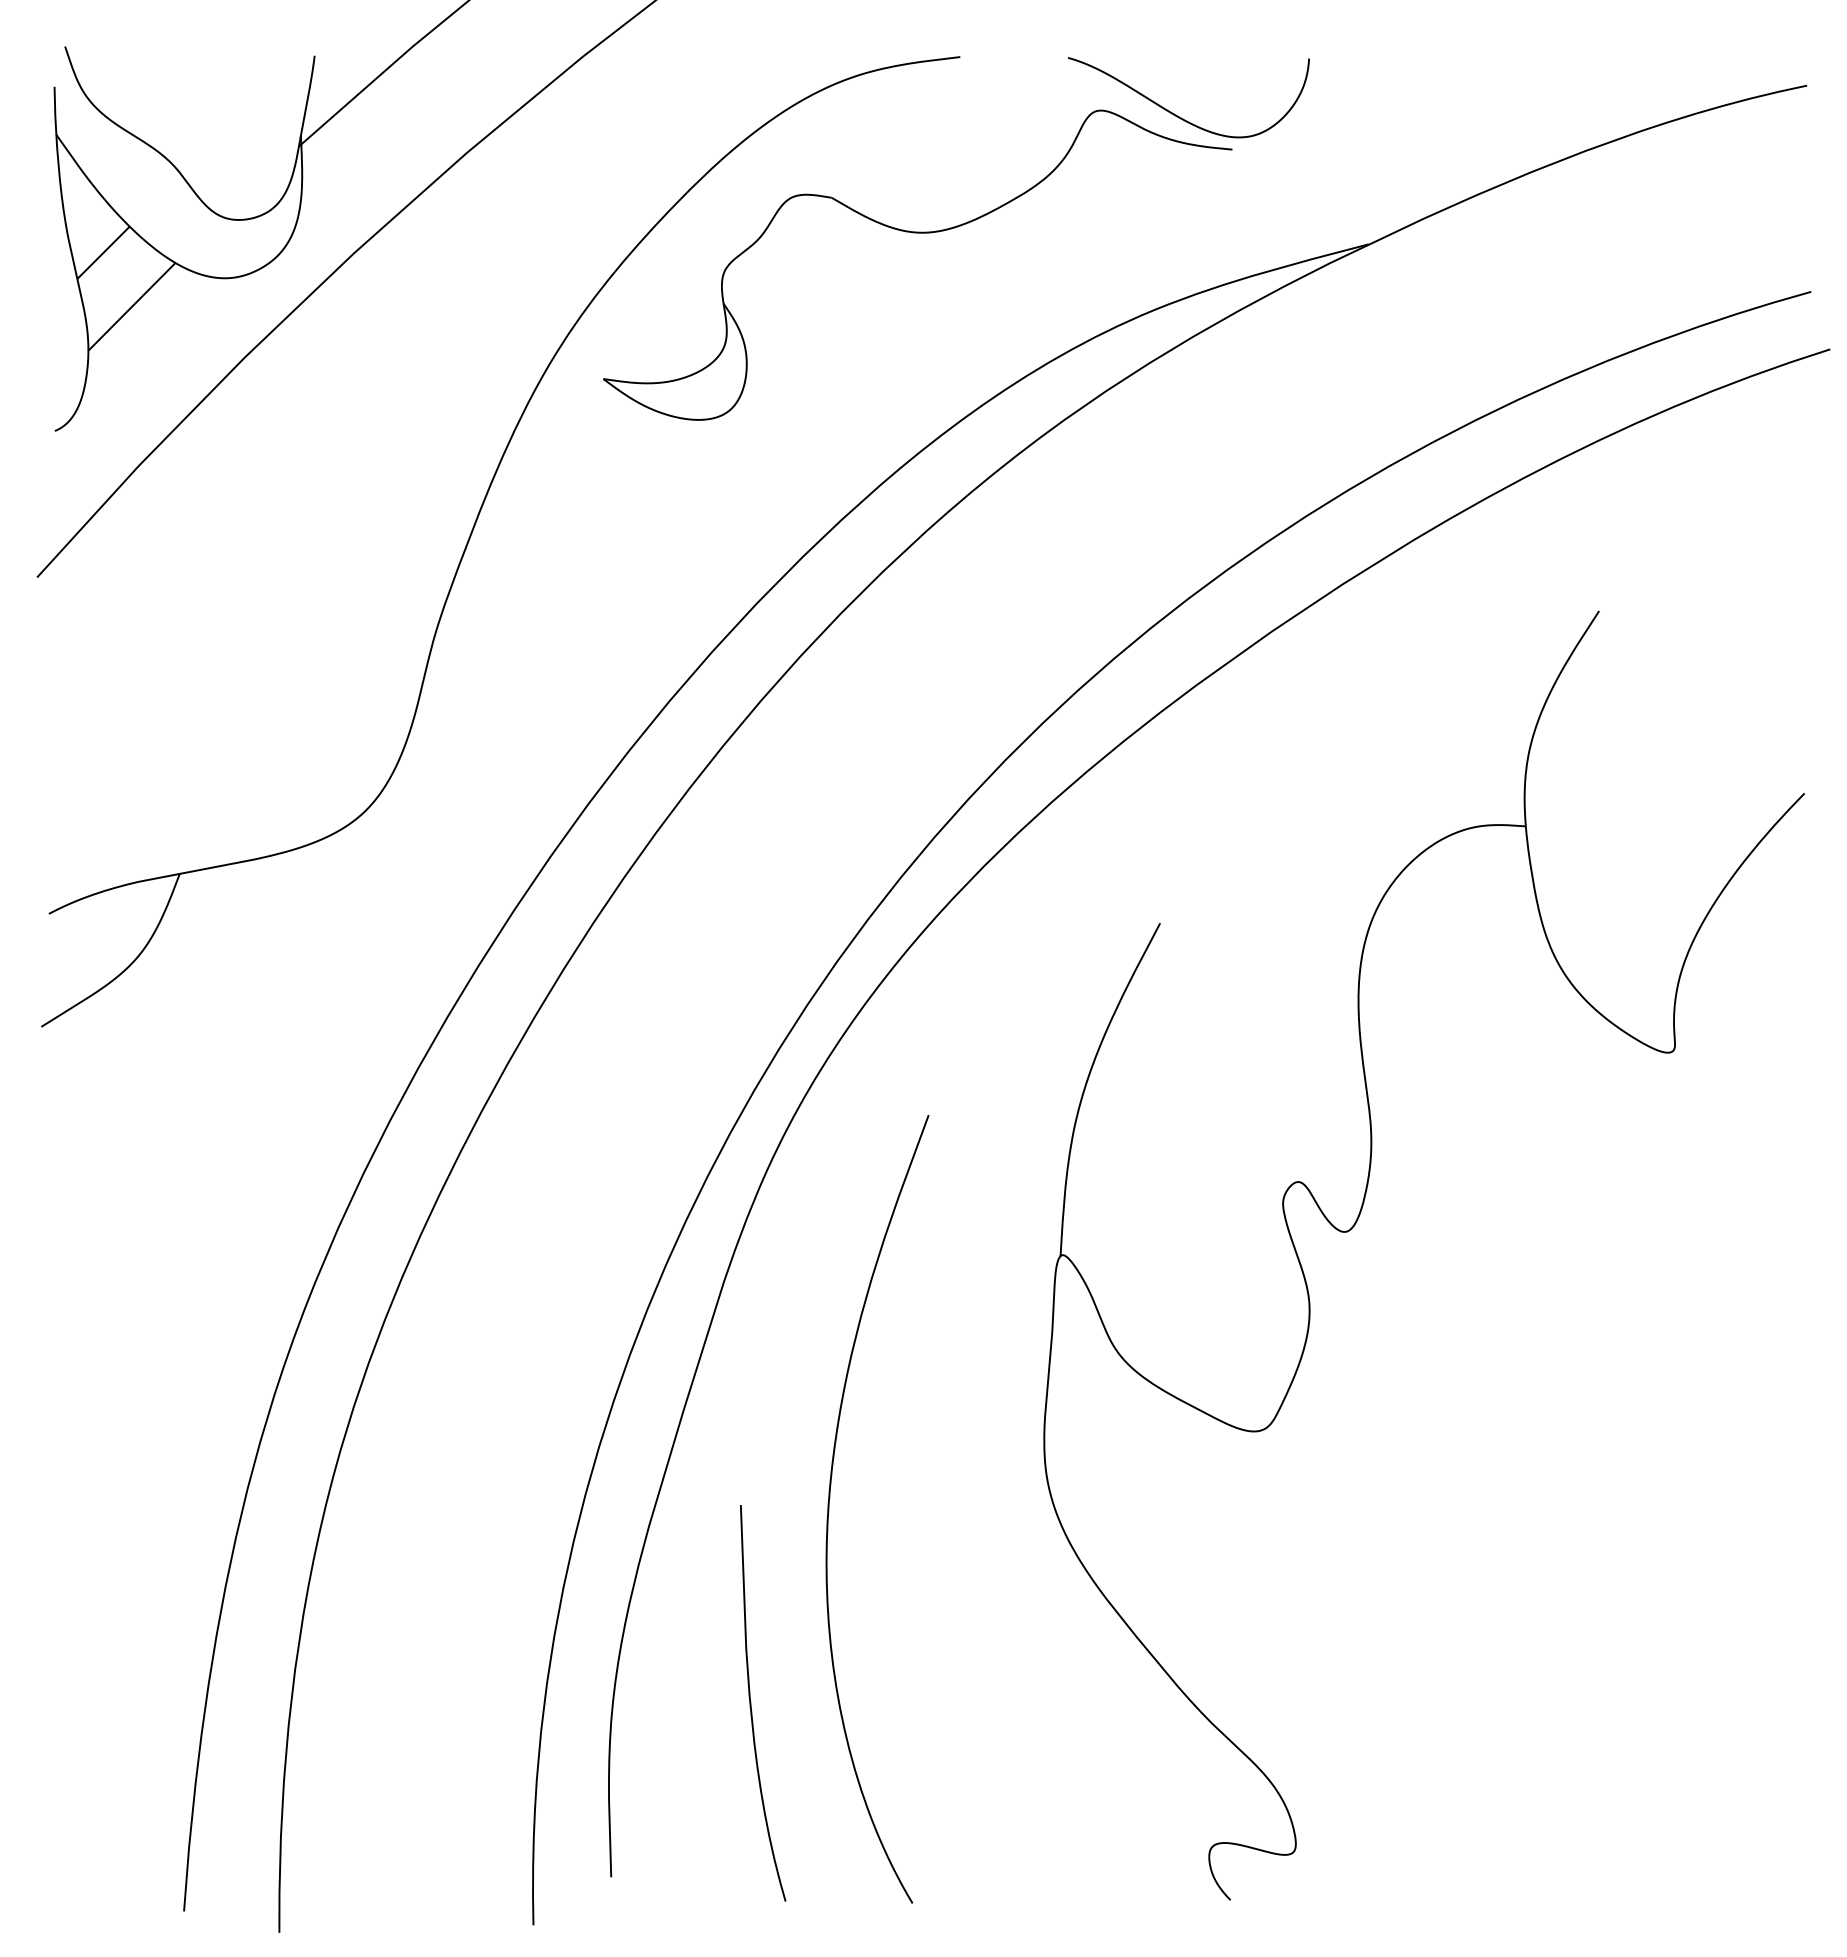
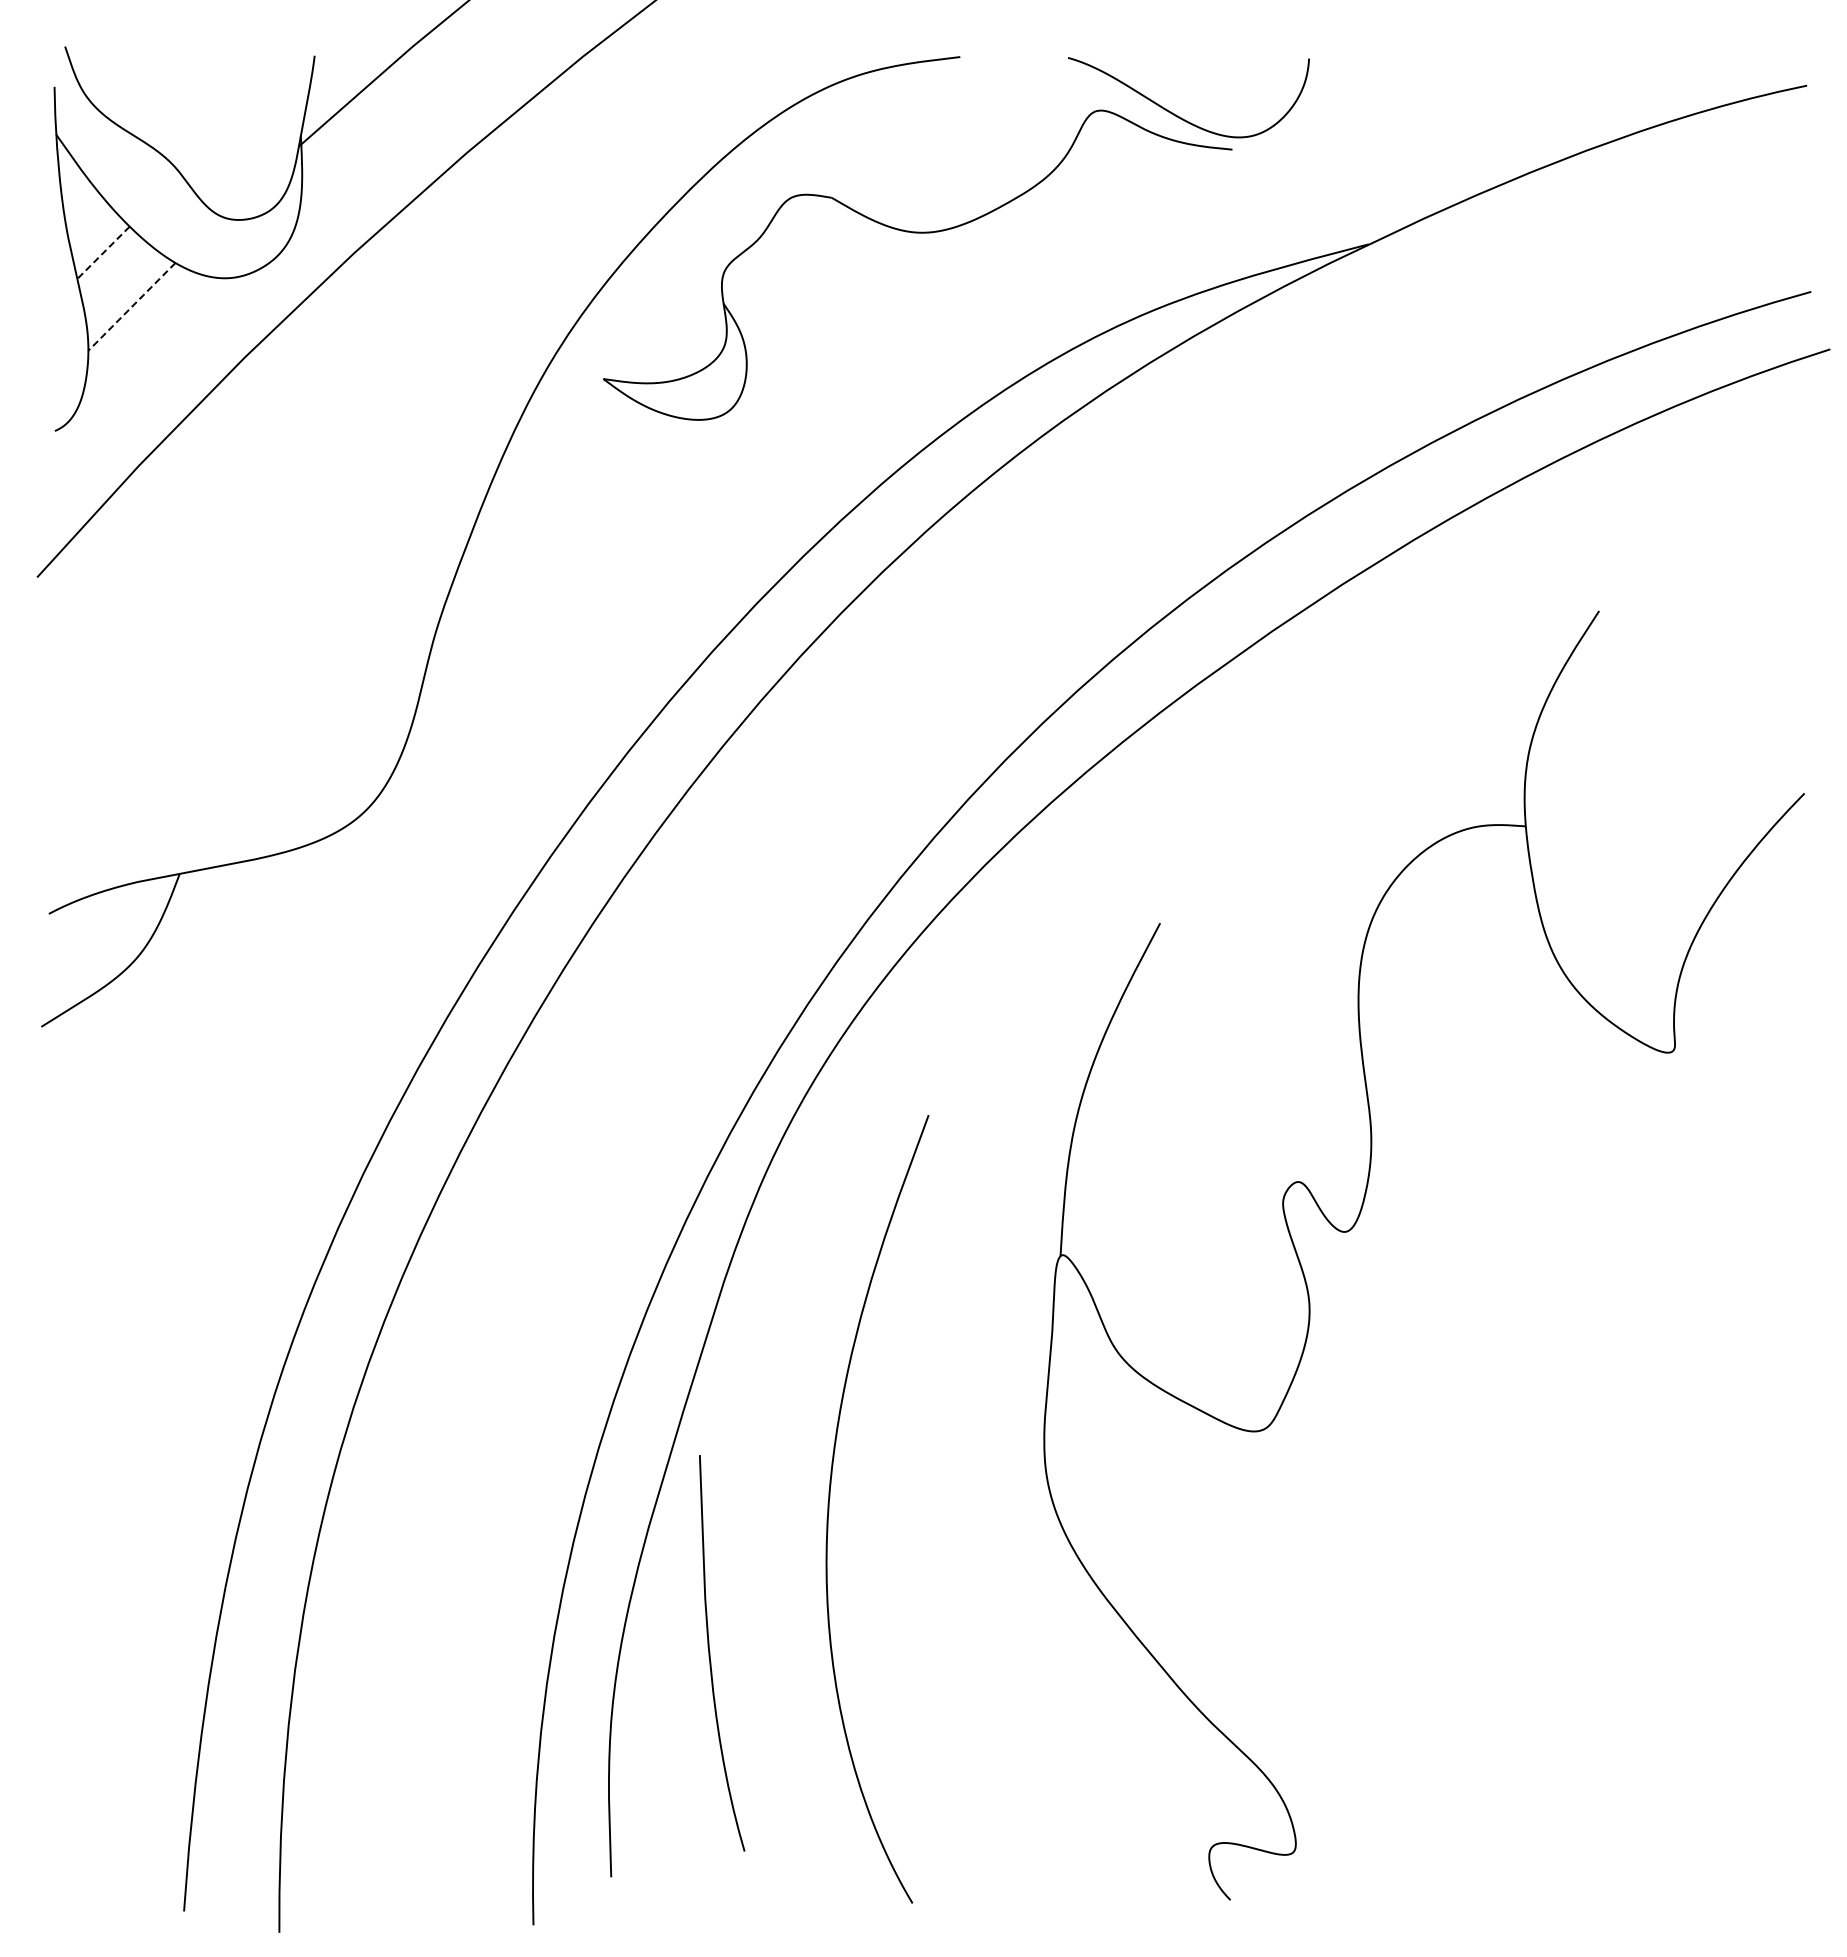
line at (103, 253): solid -> dashed
line at (131, 306): solid -> dashed
curve at (751, 1703) position: (751, 1703) -> (710, 1653)
